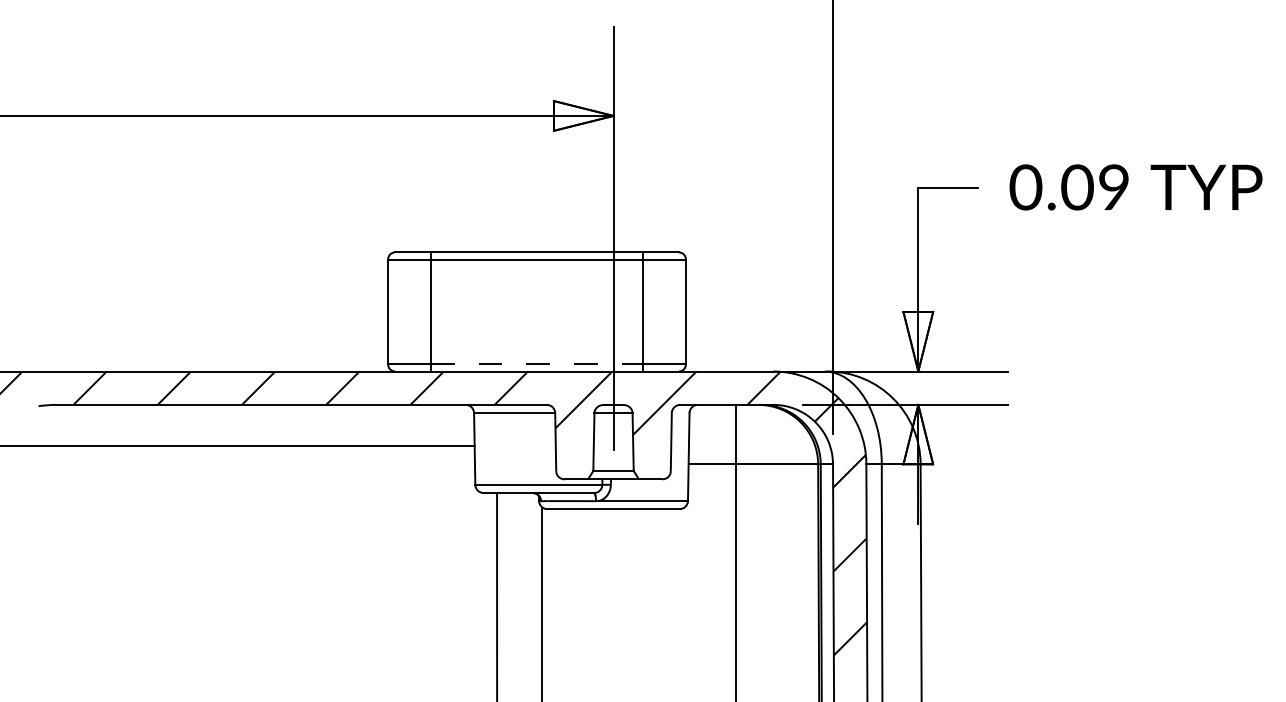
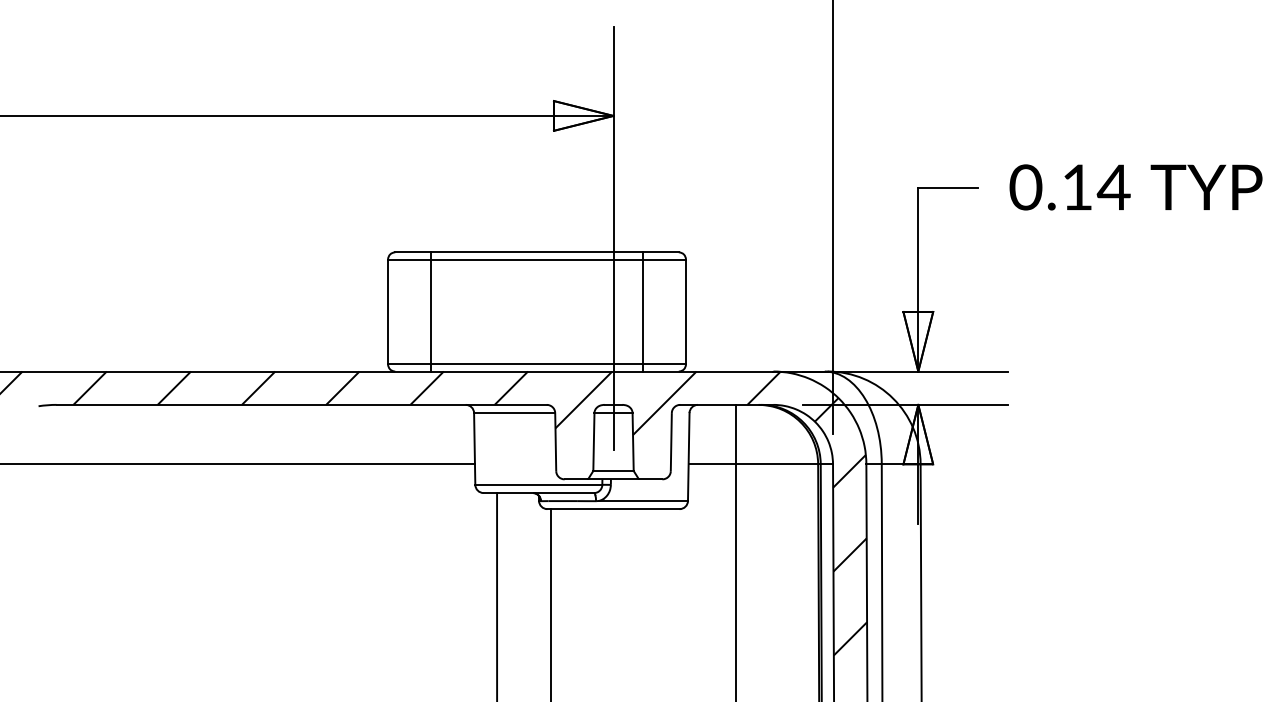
text at (1095, 187): 0.09 -> 0.14
line at (537, 364): dashed -> solid
line at (238, 446) position: (238, 446) -> (238, 464)
line at (541, 603) position: (541, 603) -> (550, 603)
